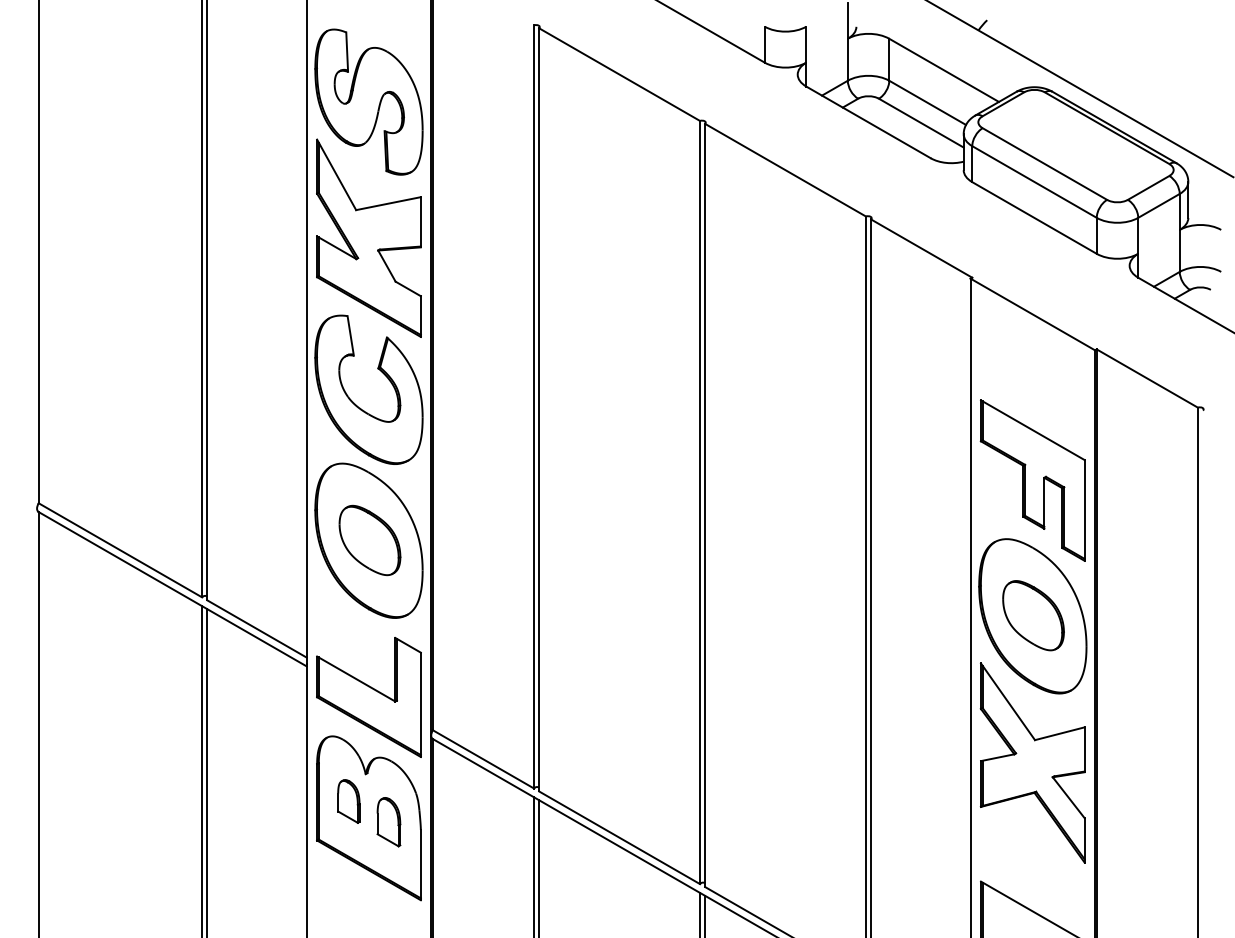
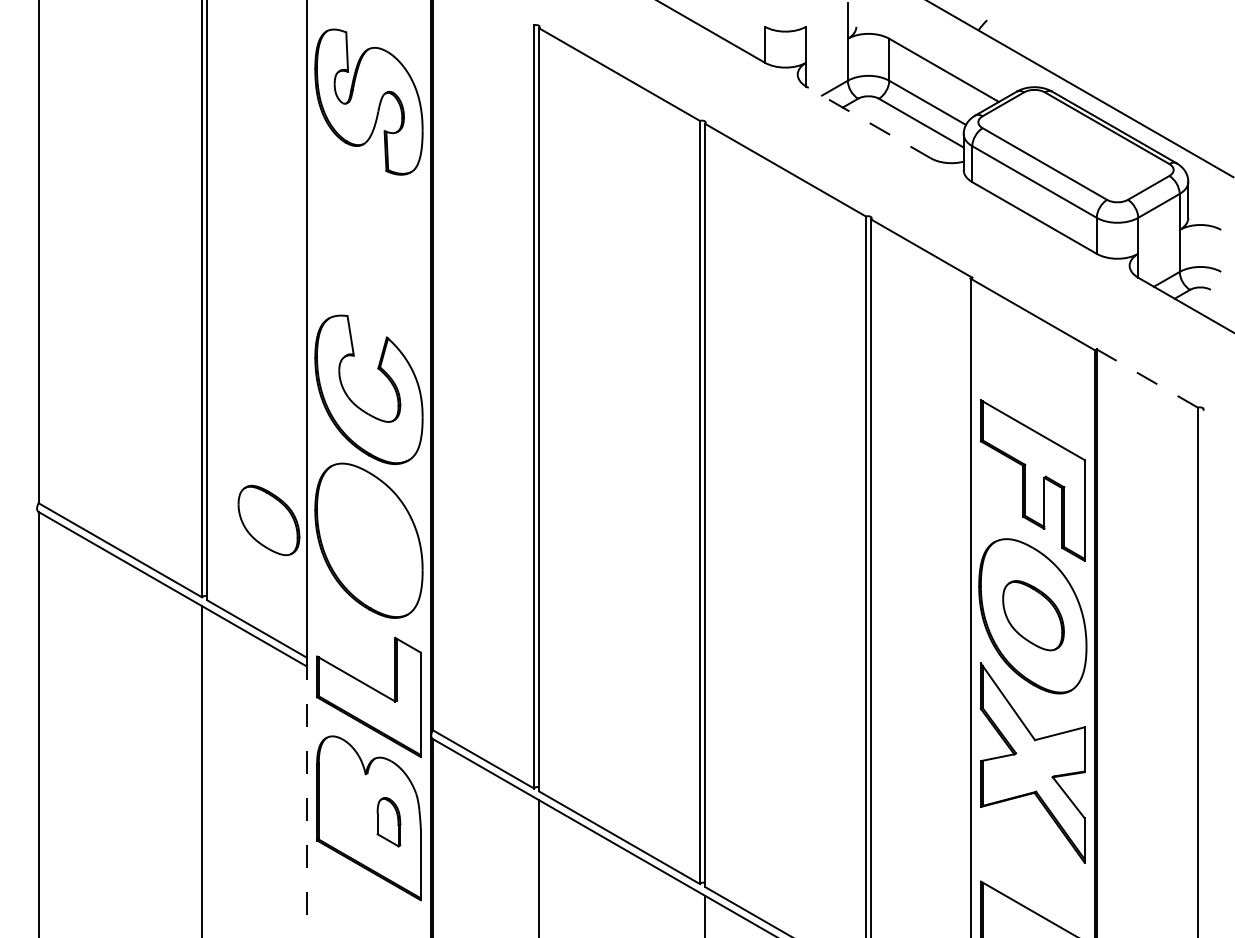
line at (868, 122): solid -> dashed
part at (368, 237): present -> none
line at (1146, 378): solid -> dashed
part at (369, 540) position: (369, 540) -> (268, 520)
line at (207, 771): present -> none
line at (306, 800): solid -> dashed
part at (348, 801): present -> none
line at (534, 865): present -> none
line at (700, 913): present -> none
